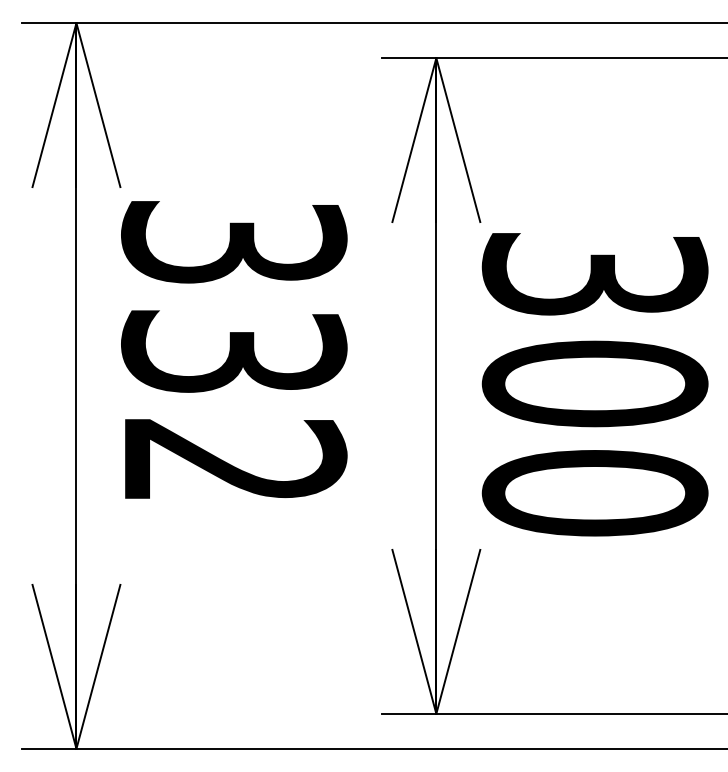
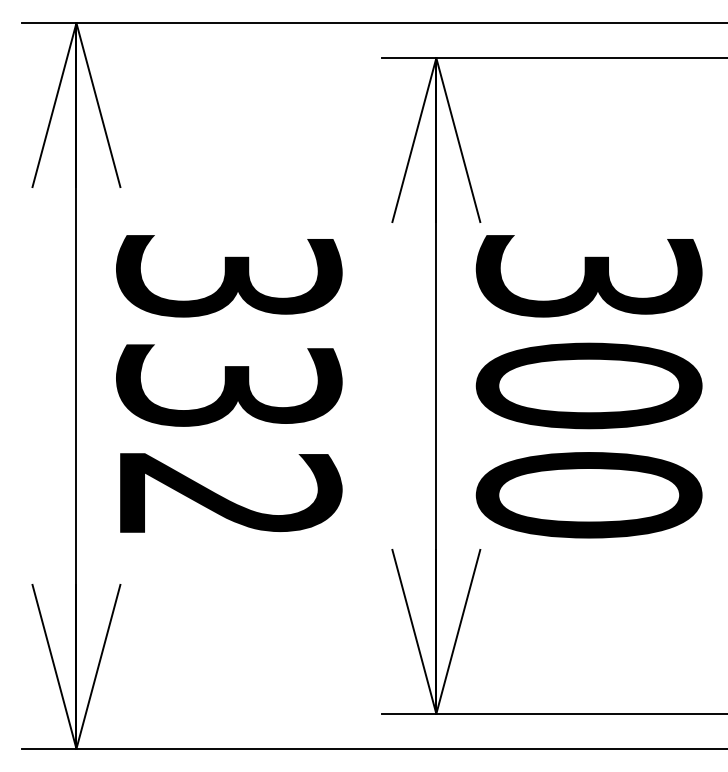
text at (234, 349) position: (234, 349) -> (229, 383)
text at (594, 384) position: (594, 384) -> (588, 386)
